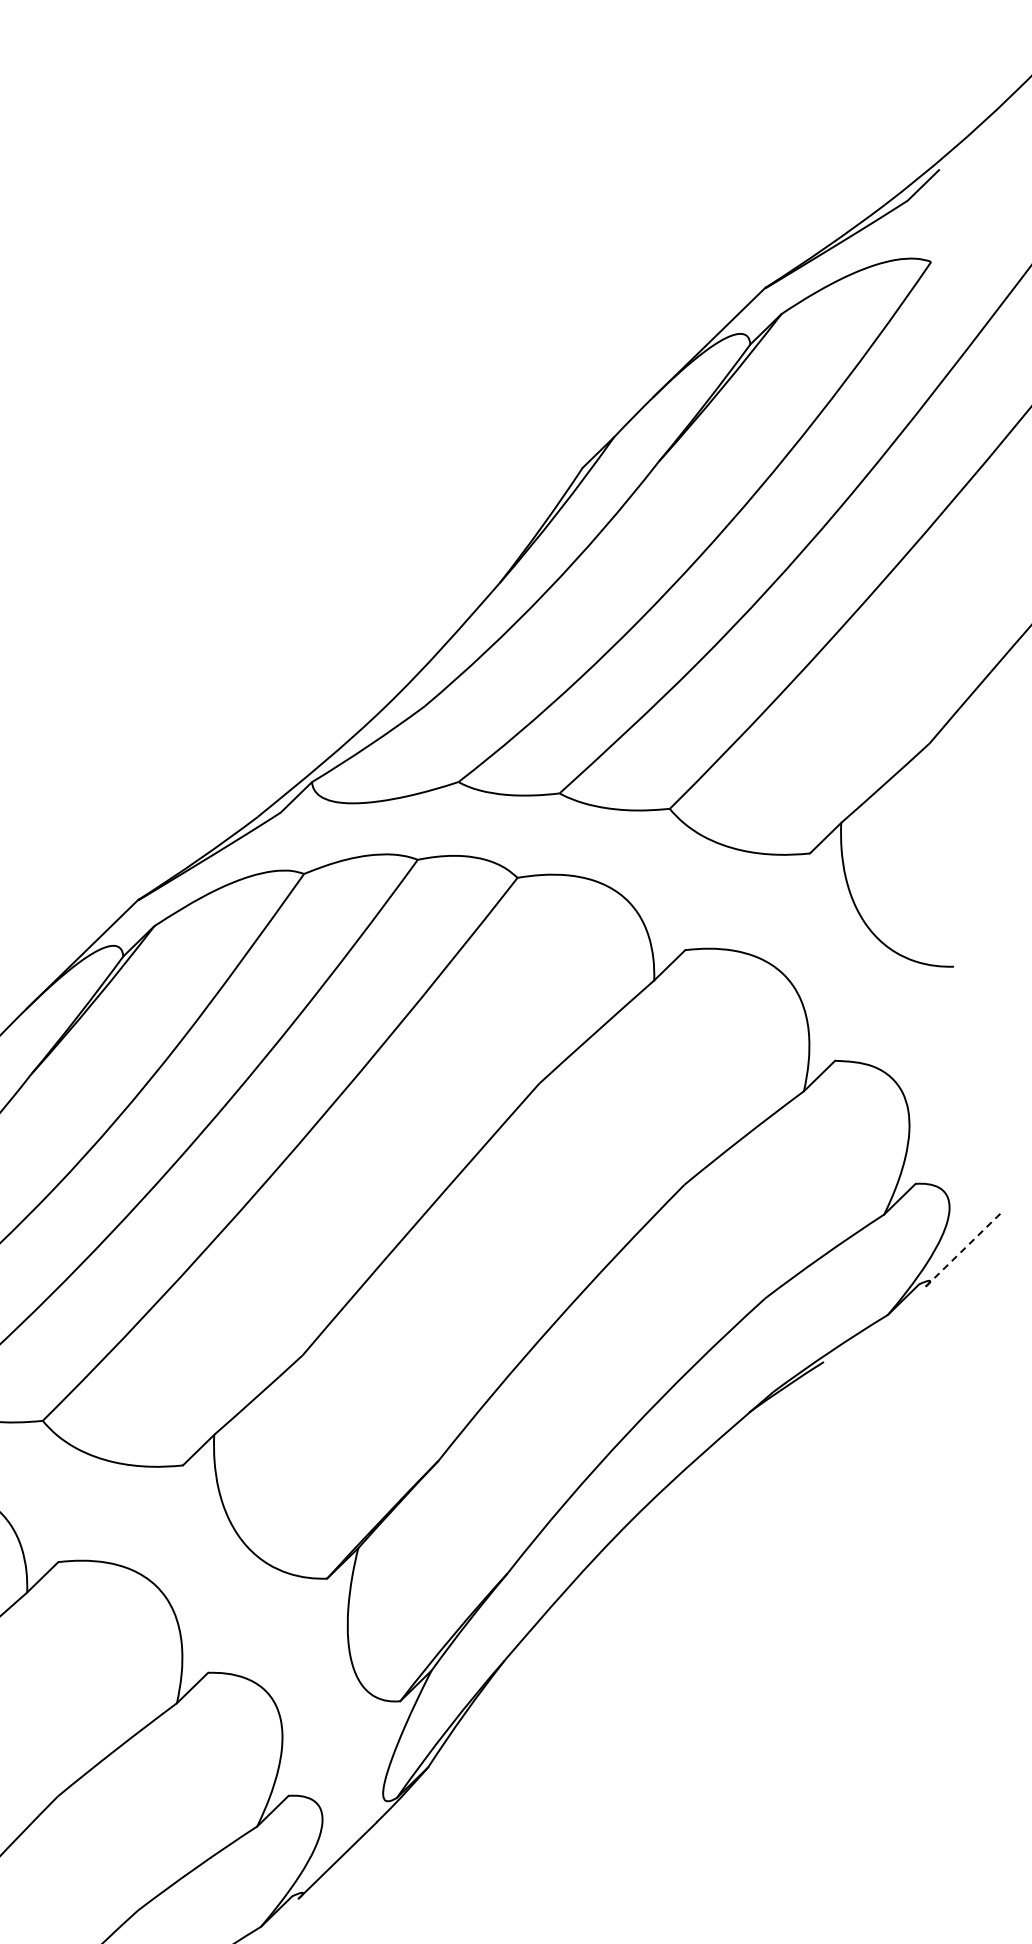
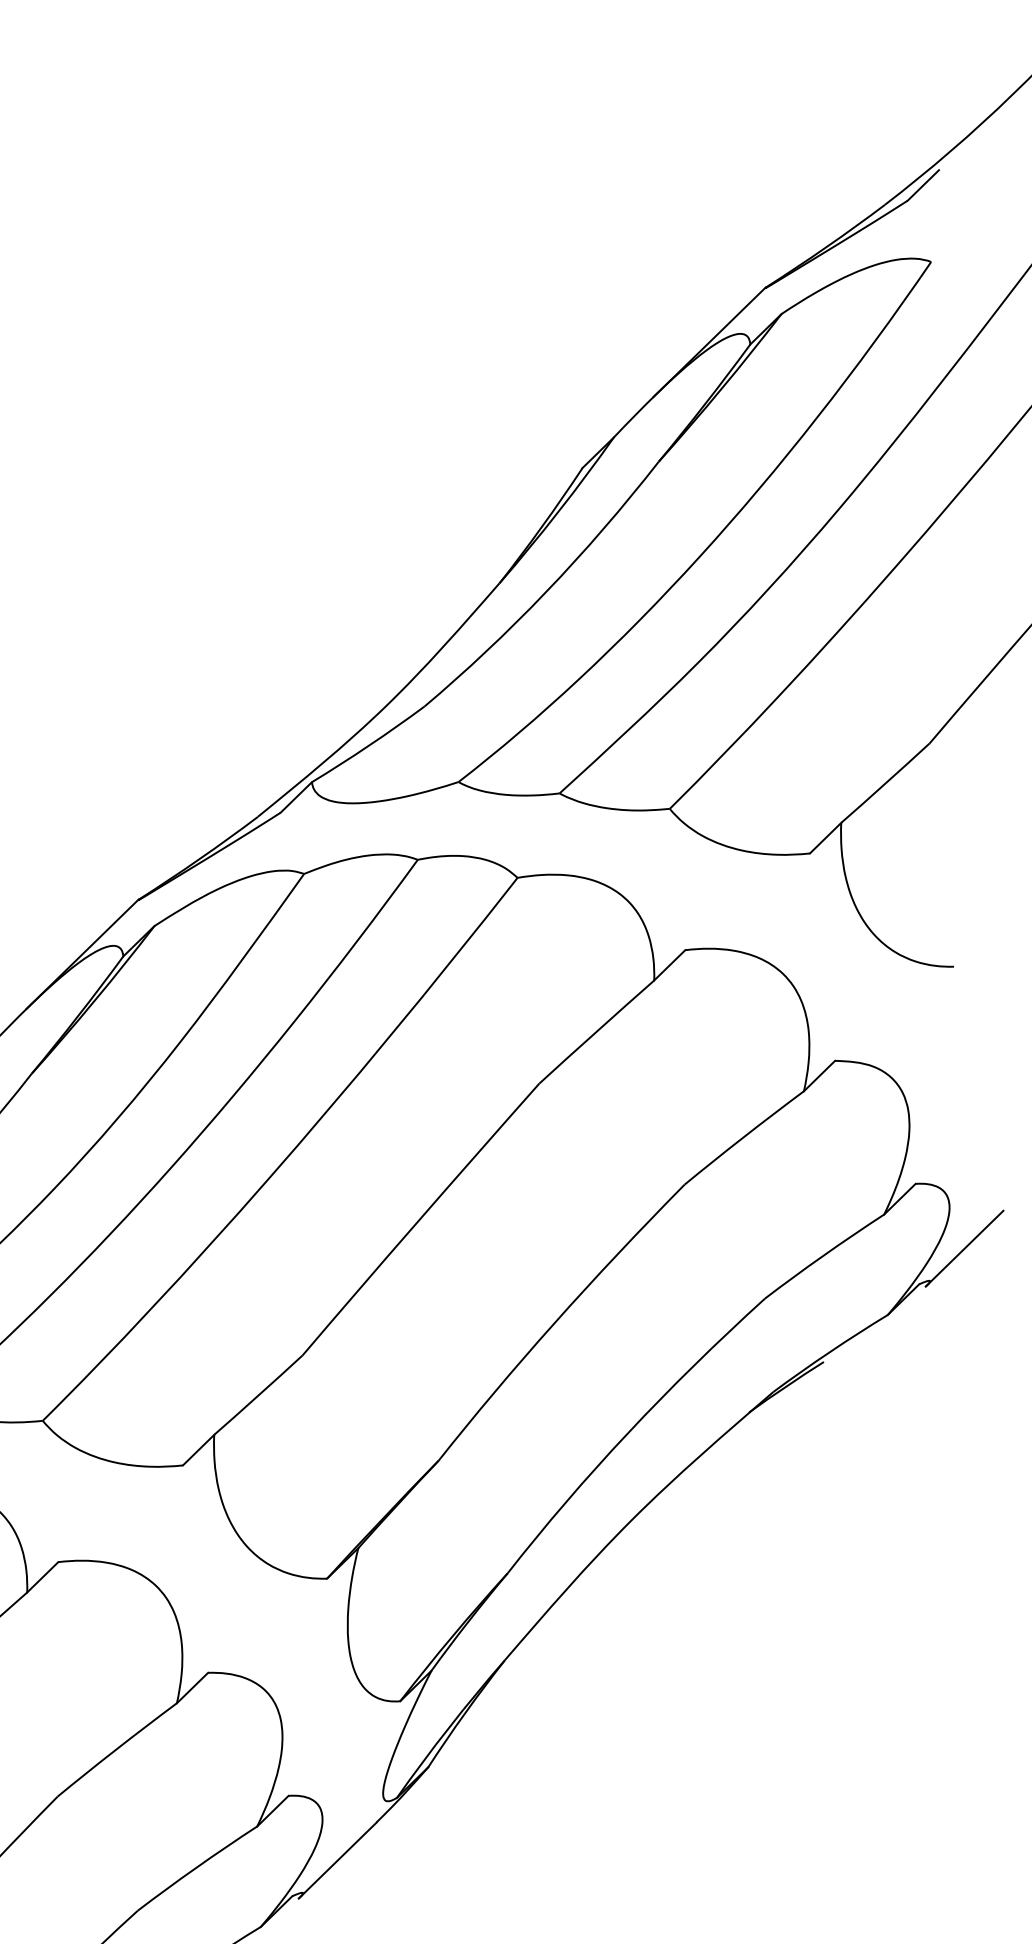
line at (964, 1248): dashed -> solid
